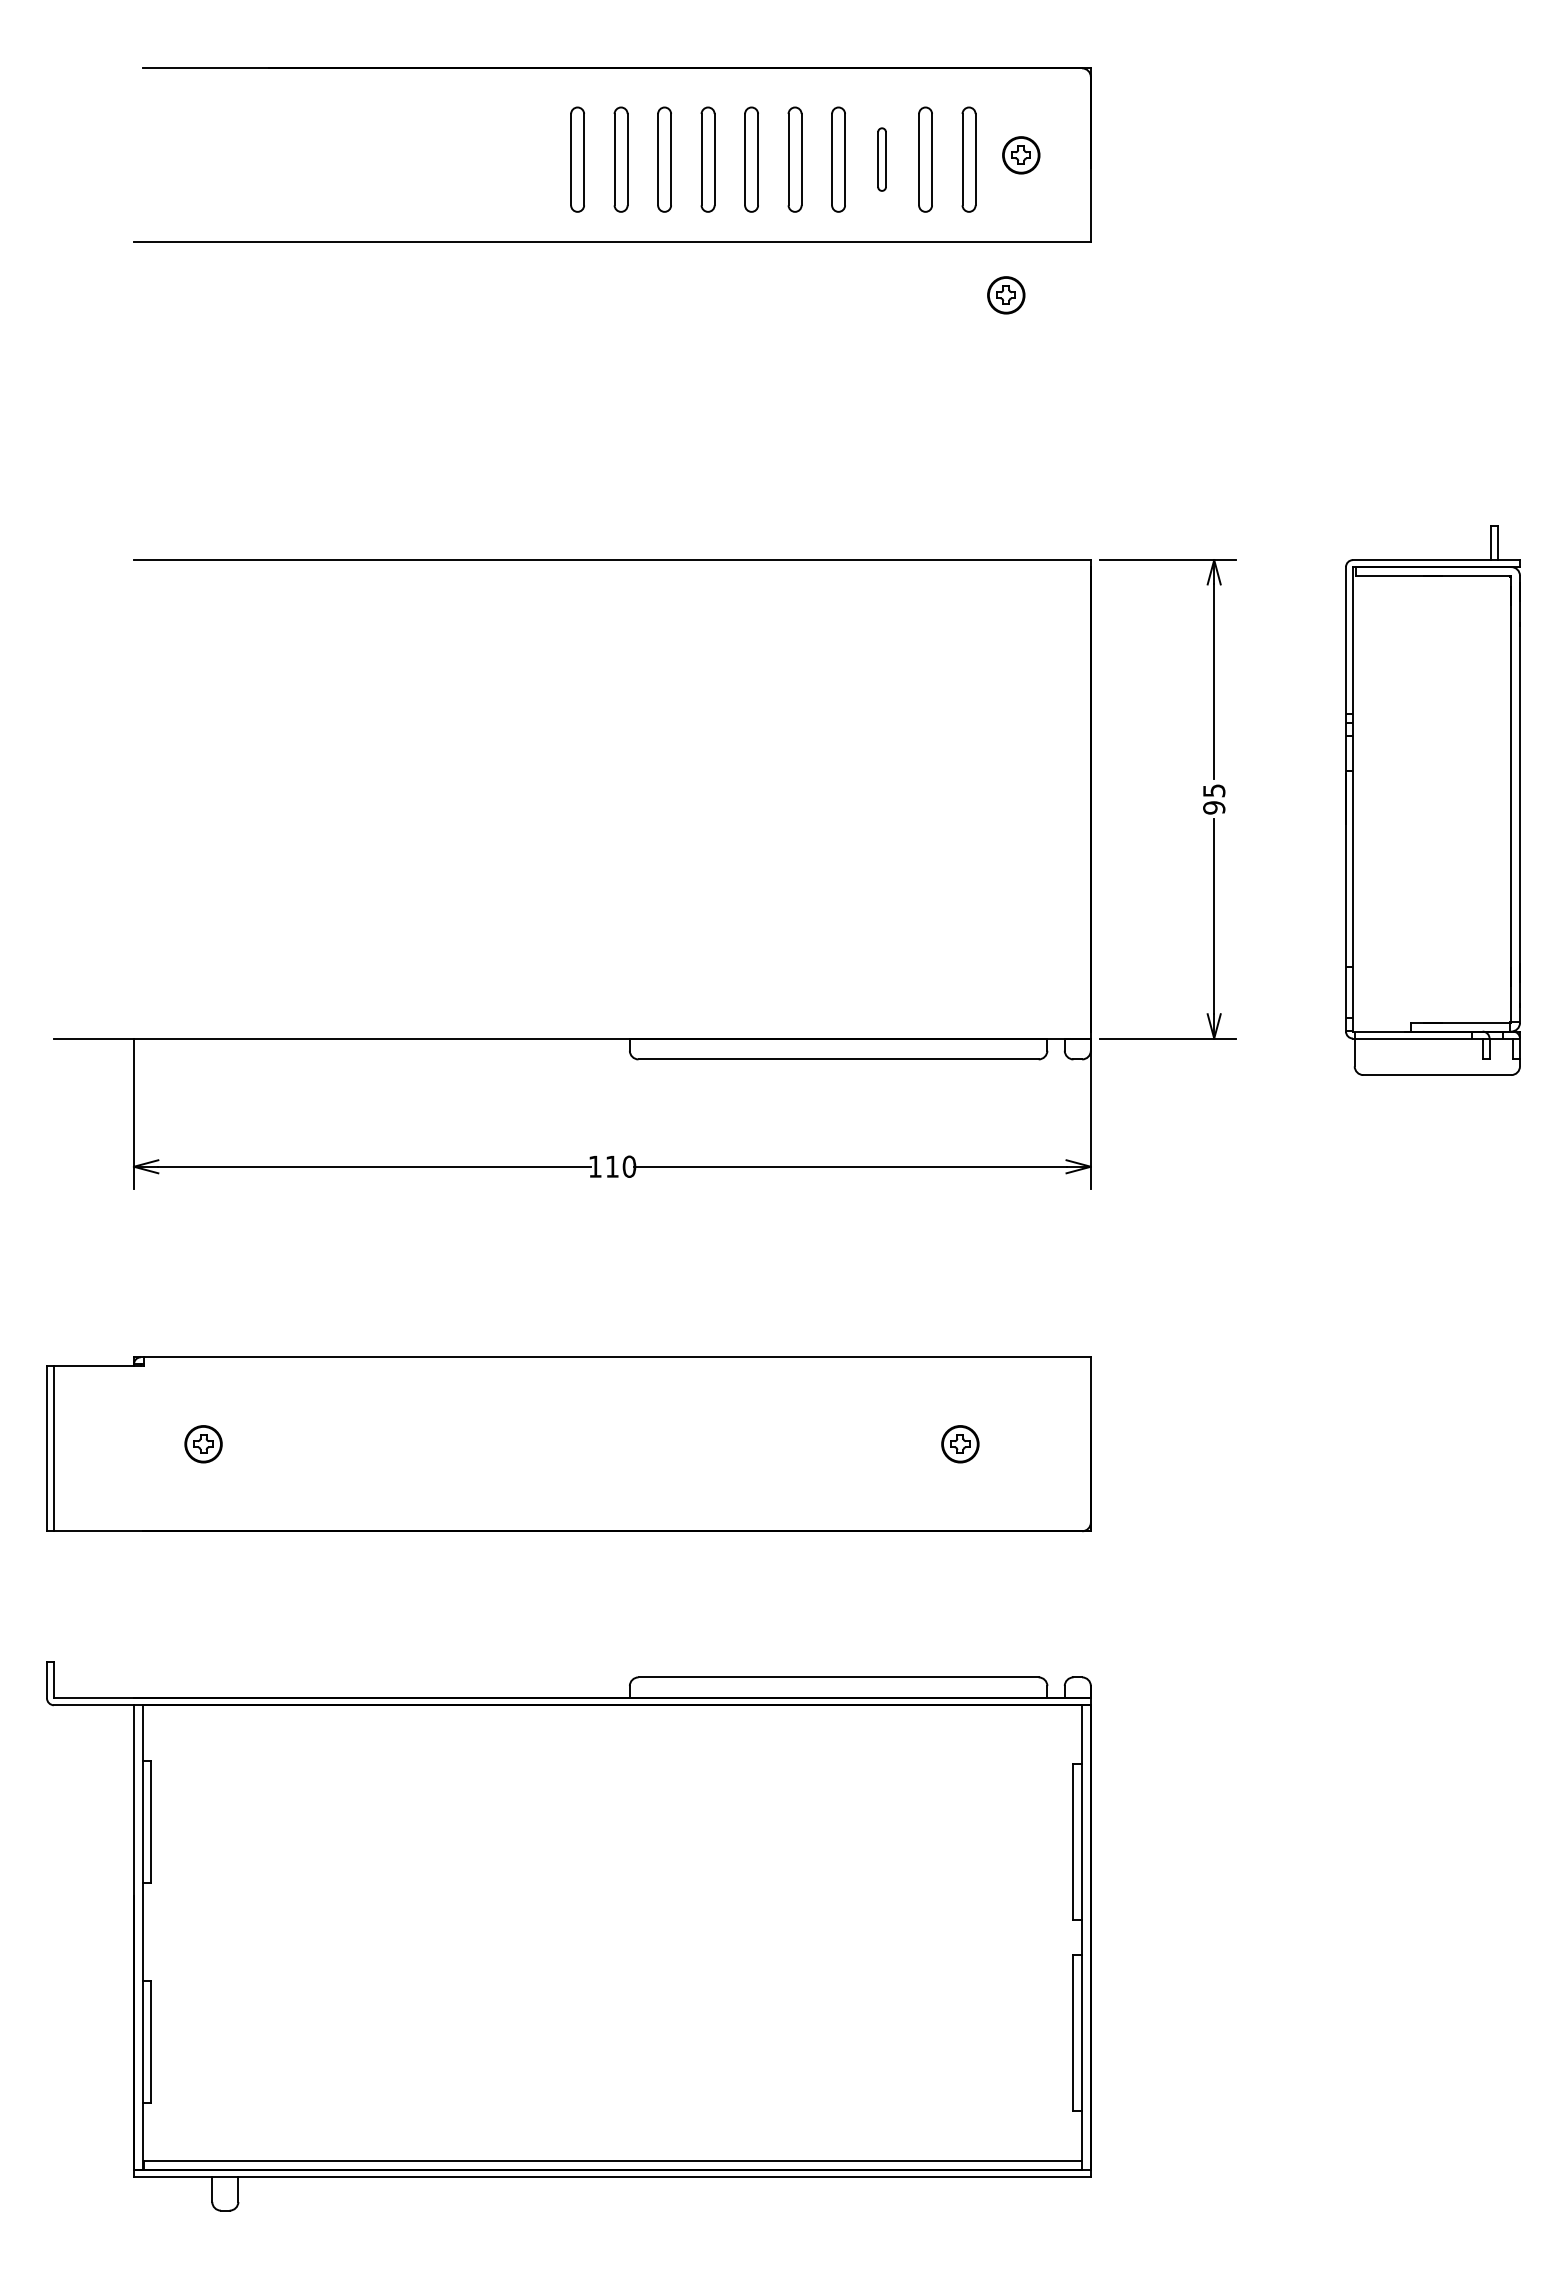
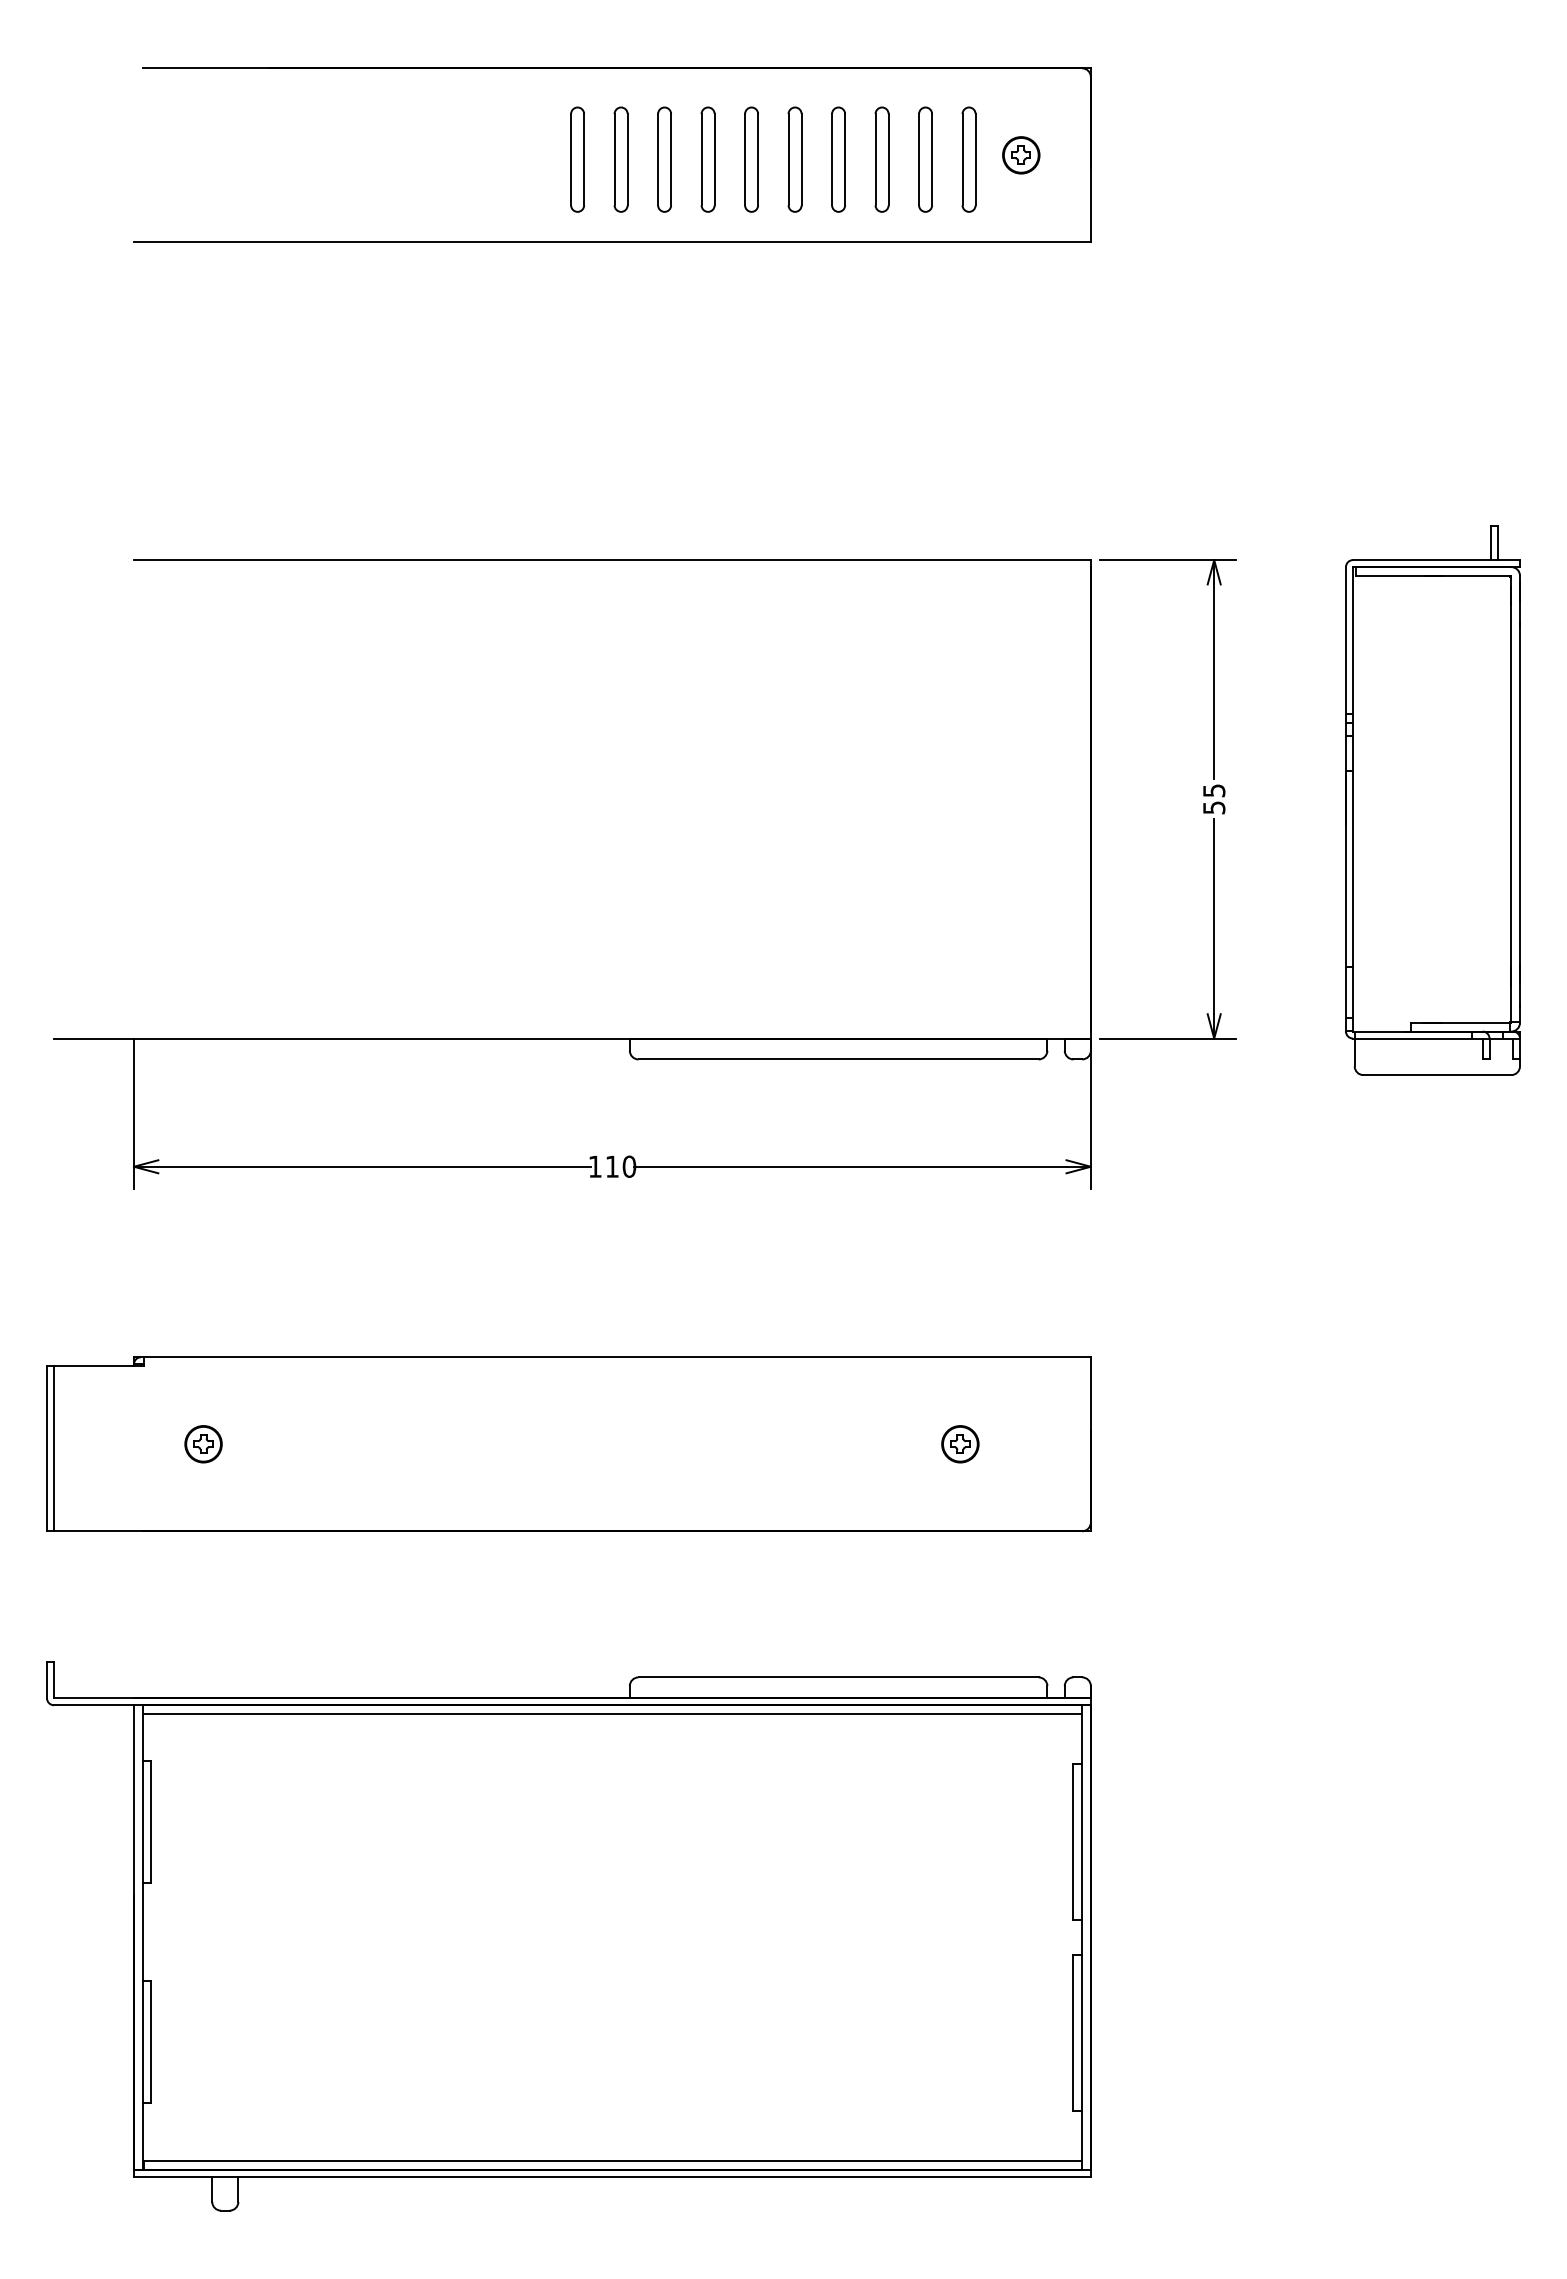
part at (881, 159) size: 10x65 px -> 16x107 px
part at (1006, 295): present -> none
text at (1214, 807): 95 -> 55
line at (612, 1713): none -> present
